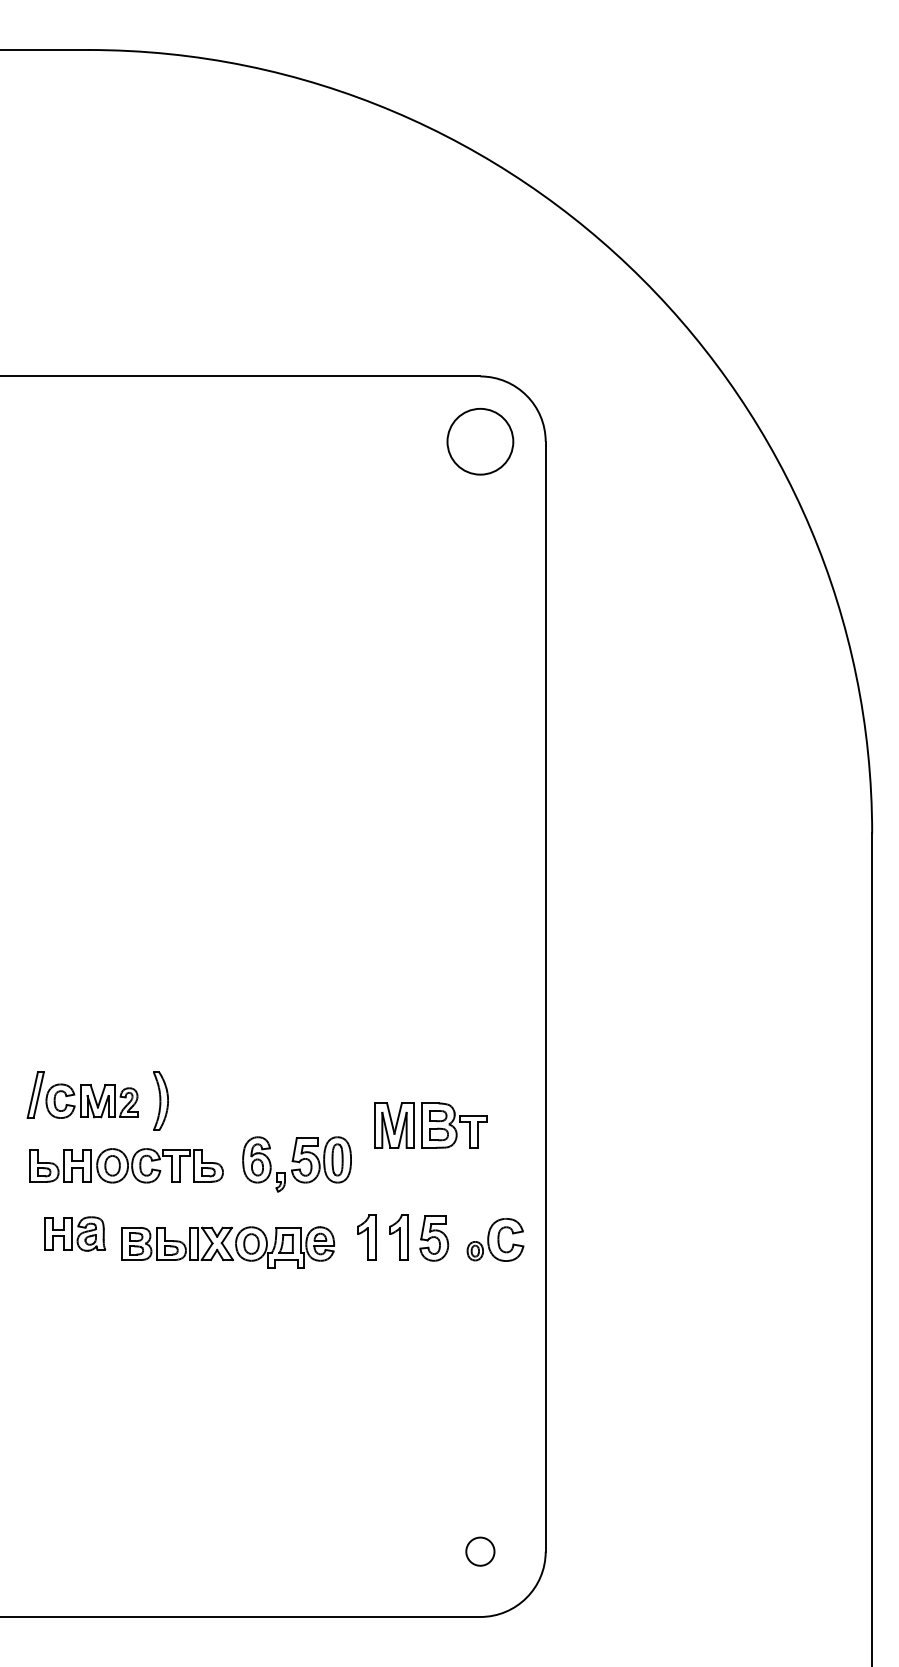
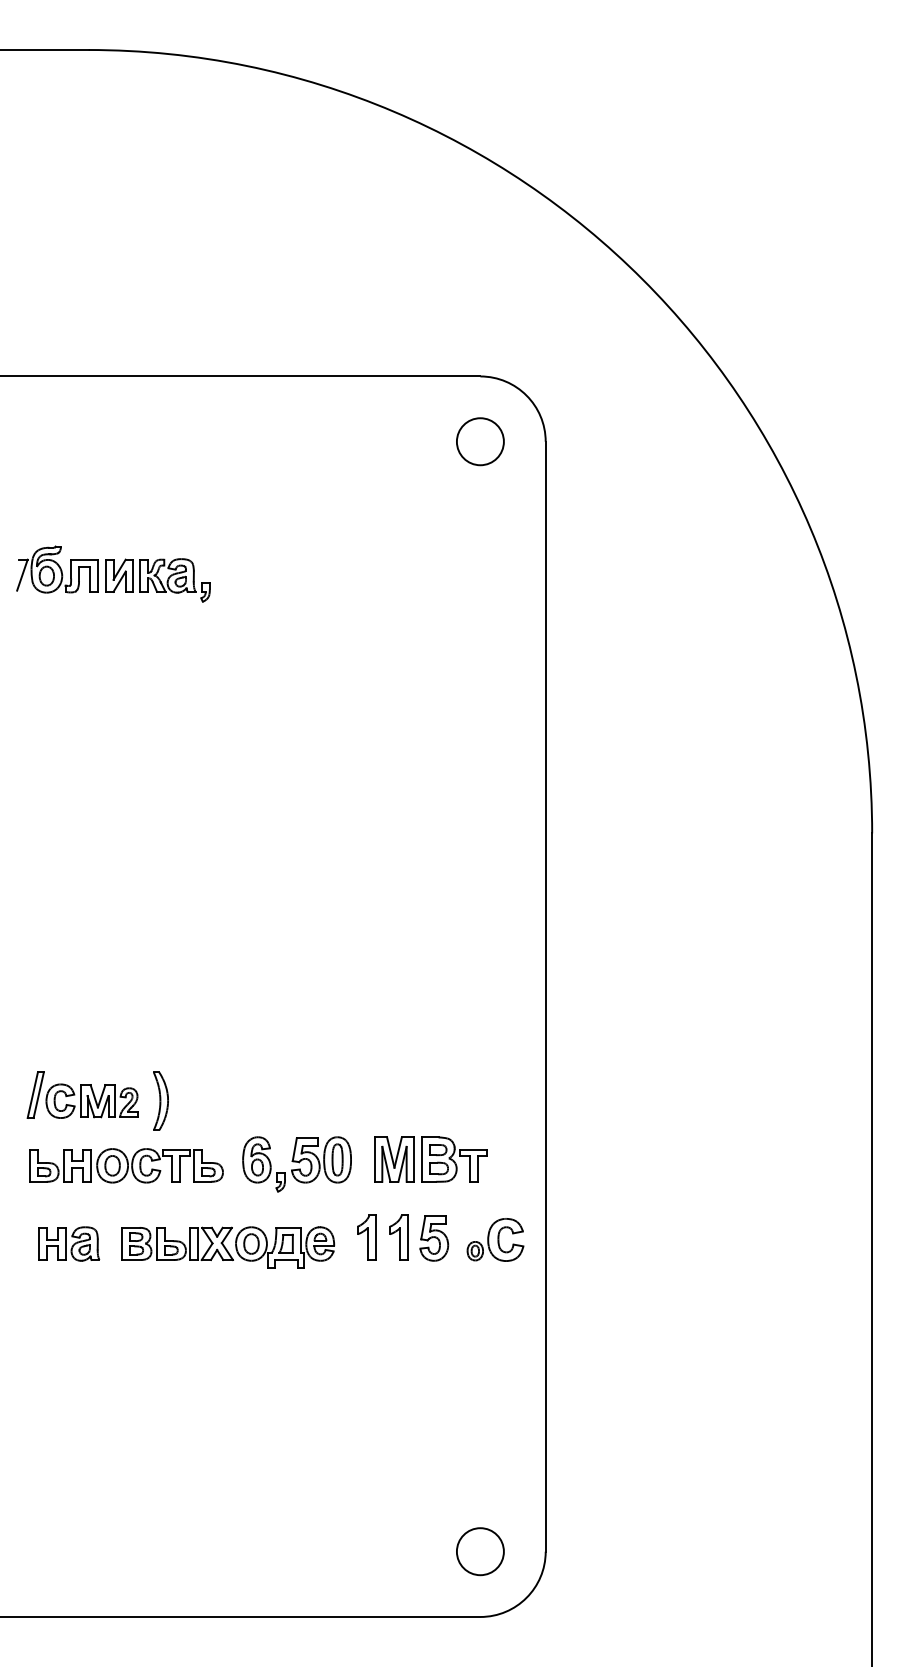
circle at (480, 441) diameter: 66 px -> 47 px
part at (113, 573): none -> present
part at (430, 1125) position: (430, 1125) -> (430, 1159)
part at (75, 1233) position: (75, 1233) -> (69, 1243)
circle at (480, 1551) diameter: 28 px -> 47 px
